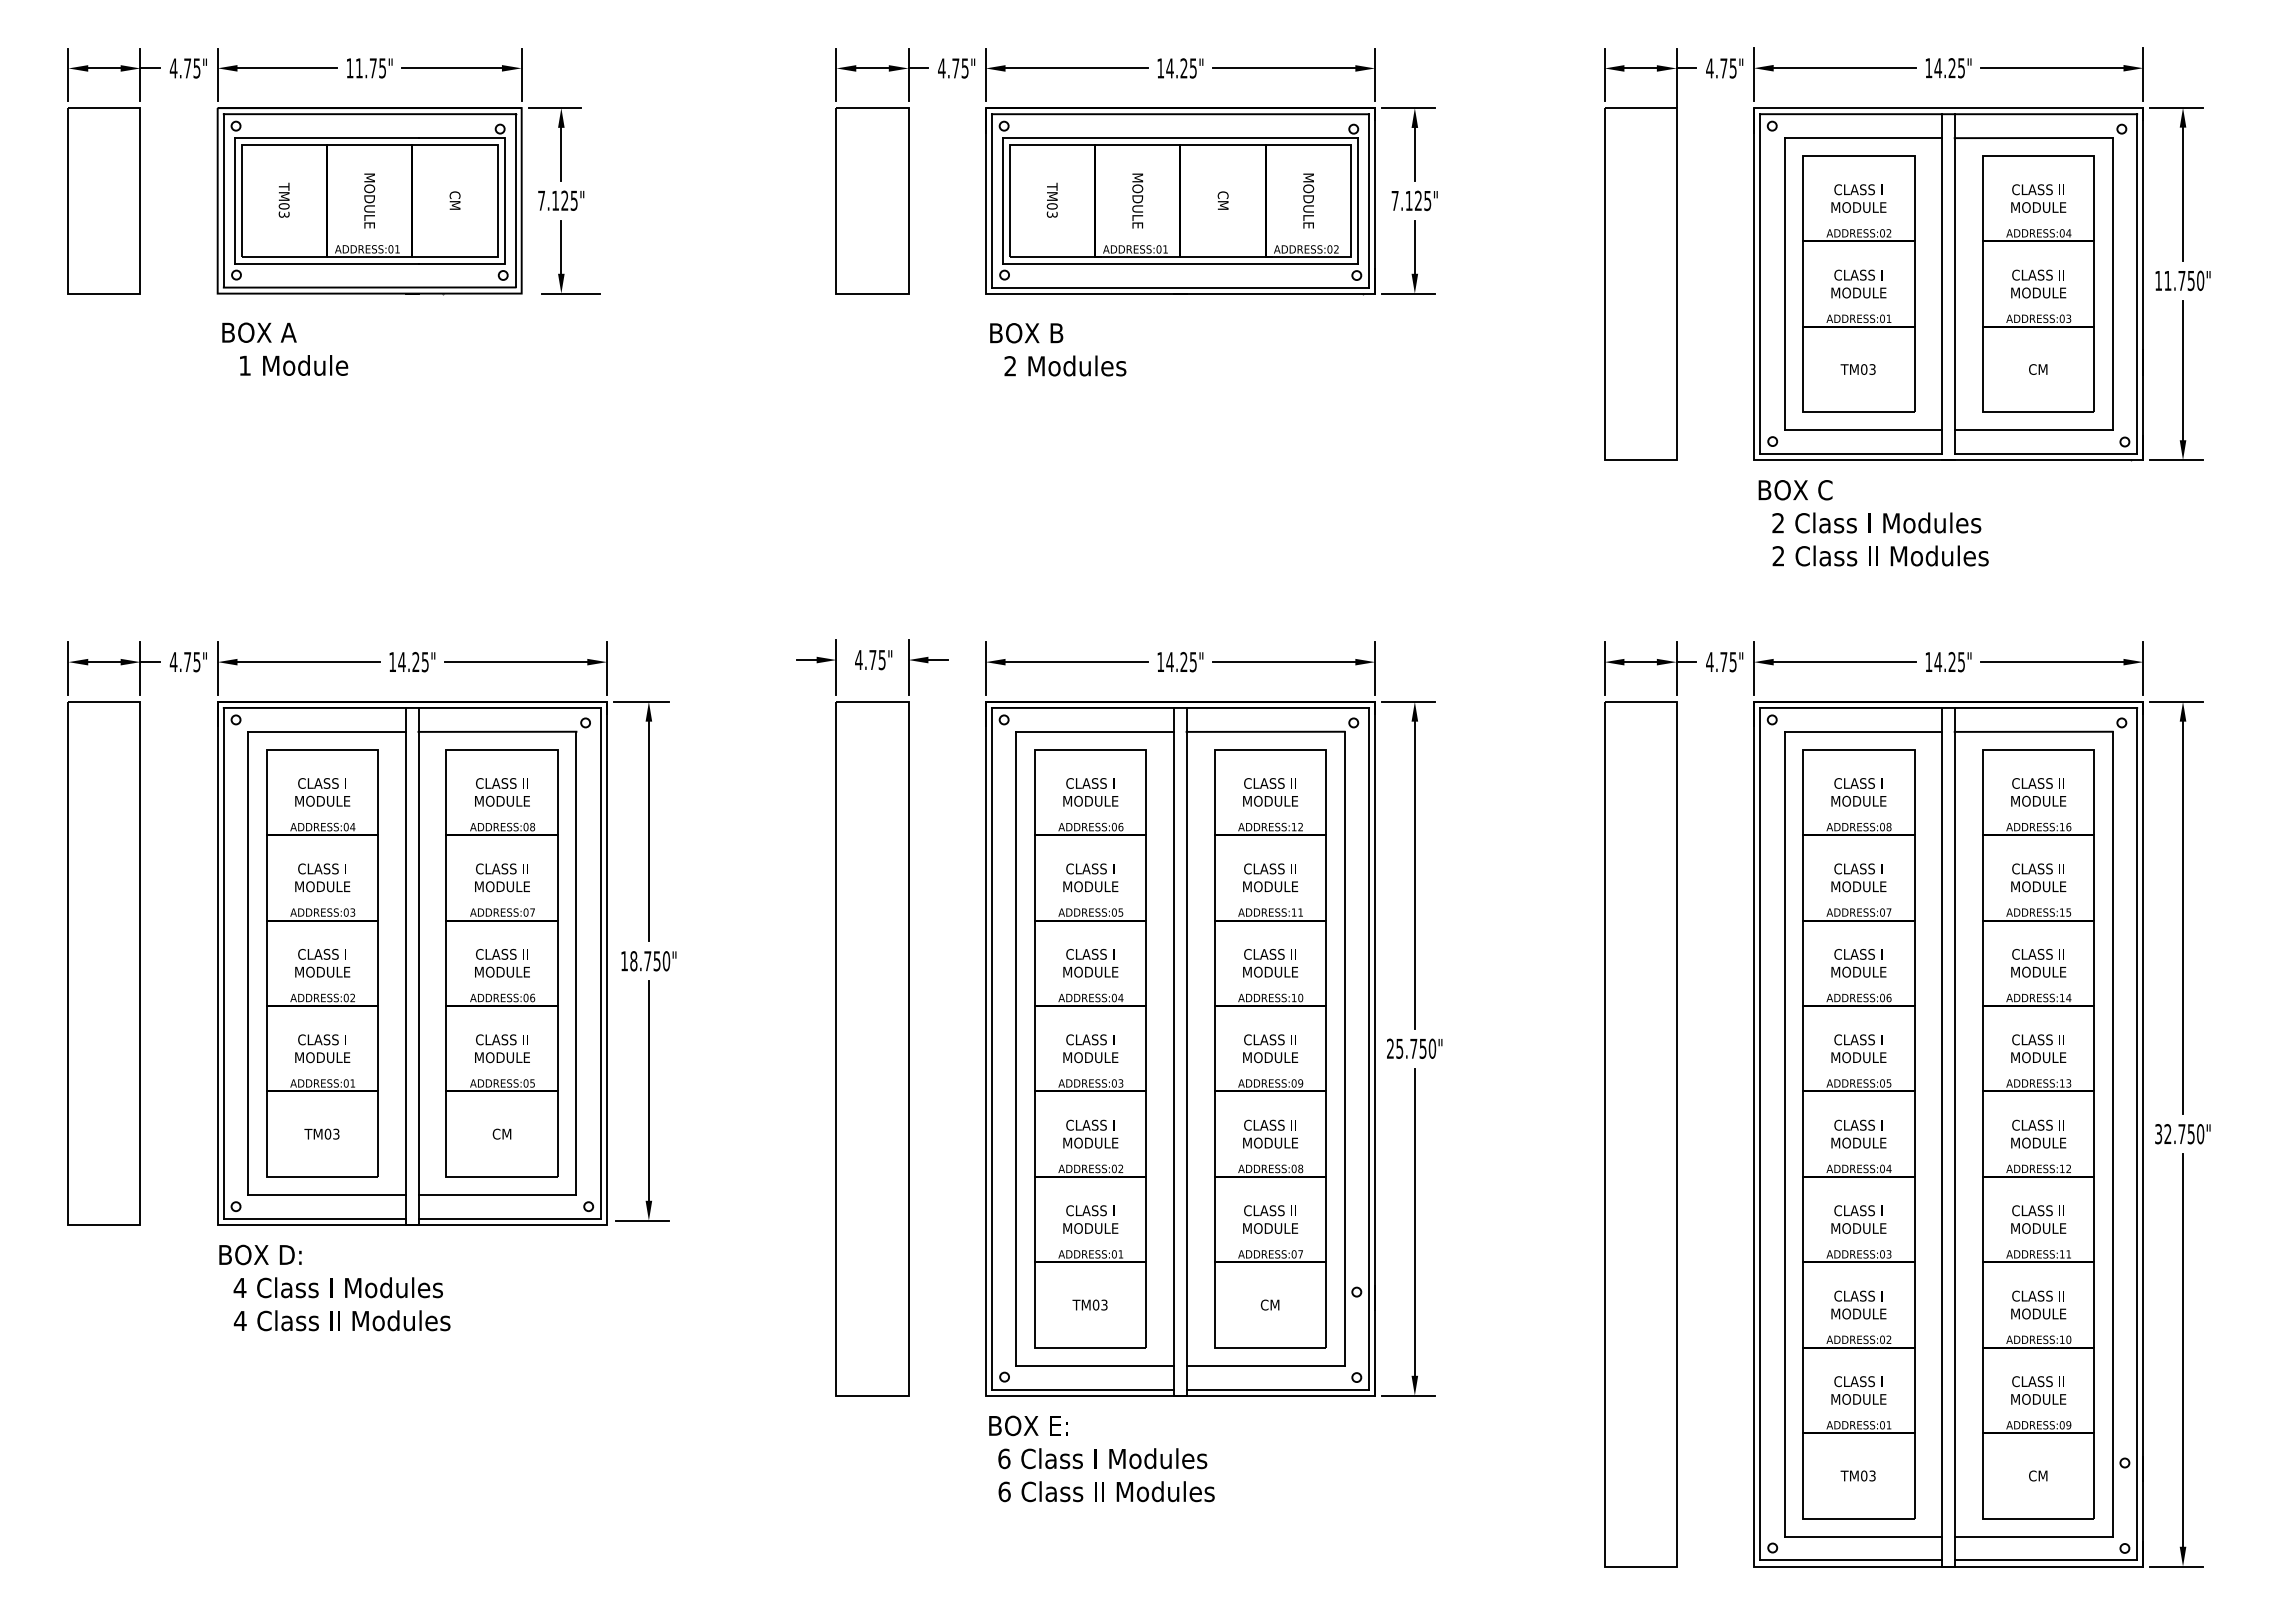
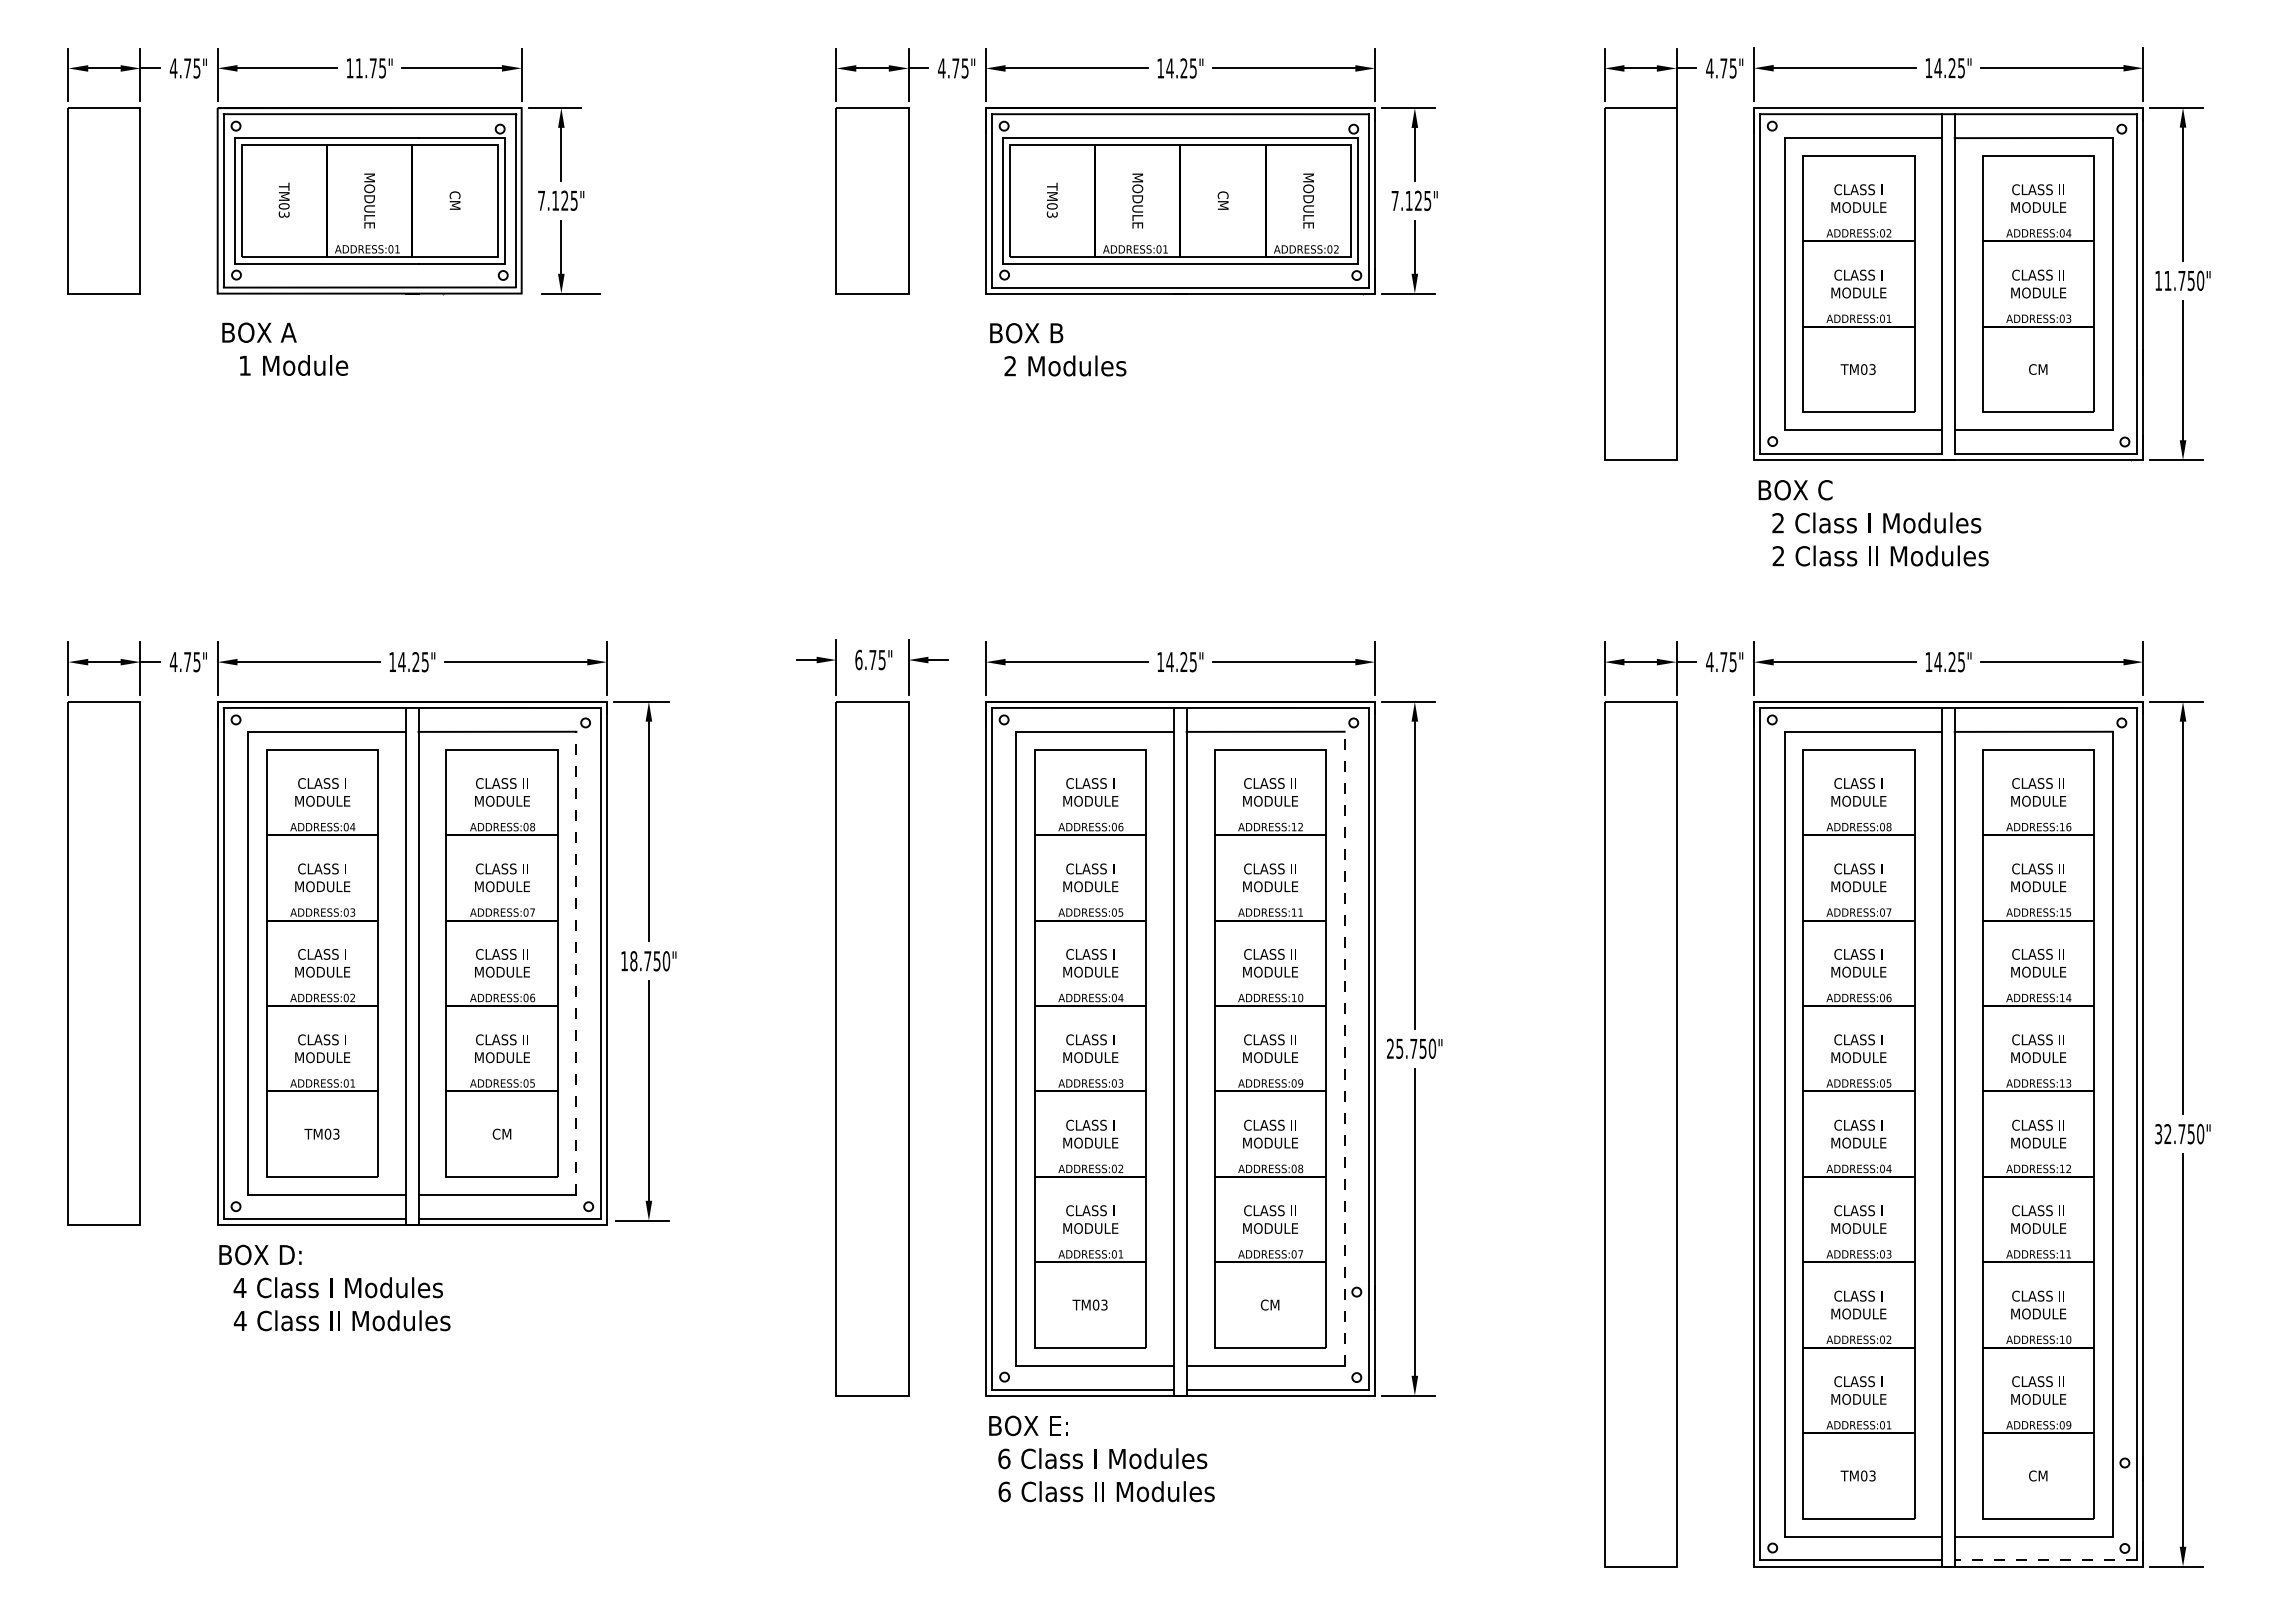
text at (858, 659): 4.75" -> 6.75"
line at (576, 962): solid -> dashed
line at (1344, 1048): solid -> dashed
line at (2045, 1560): solid -> dashed
